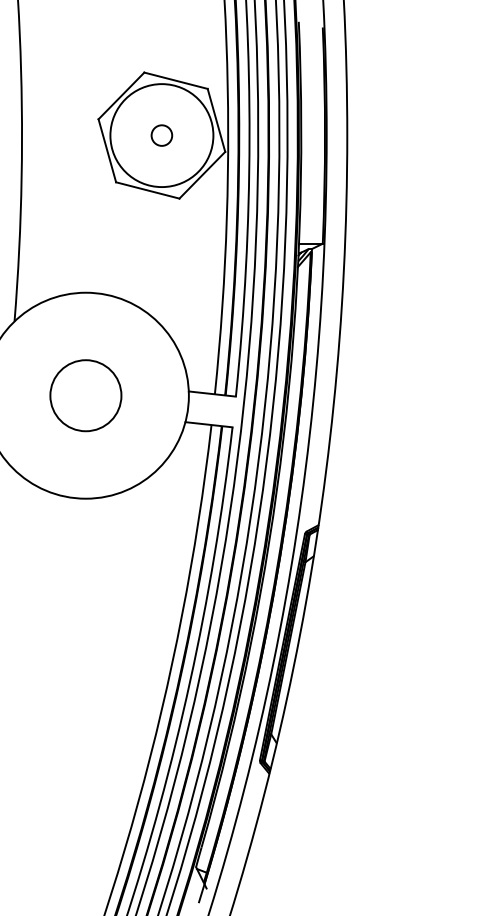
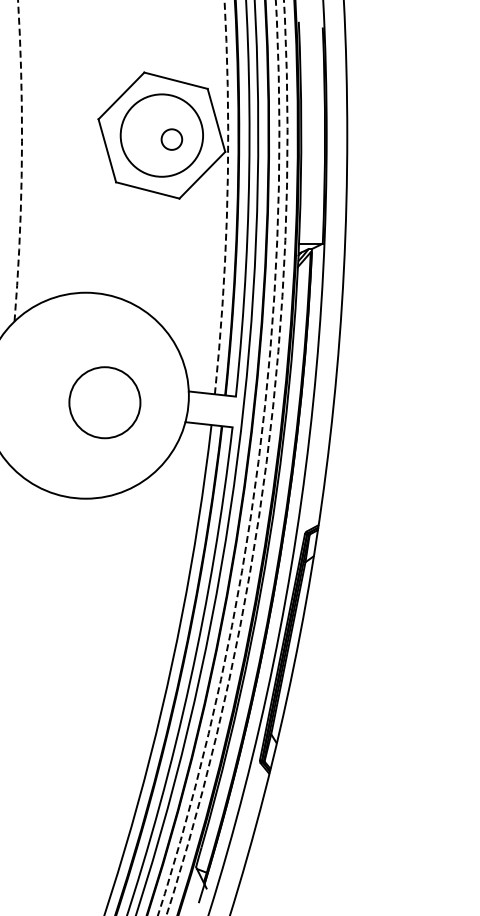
circle at (161, 135) diameter: 103 px -> 82 px
circle at (161, 135) position: (161, 135) -> (171, 139)
arc at (21, 160): solid -> dashed
arc at (227, 197): solid -> dashed
circle at (85, 395) position: (85, 395) -> (104, 402)
arc at (258, 463): solid -> dashed
arc at (266, 463): solid -> dashed
